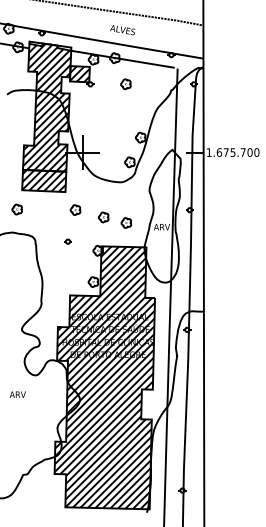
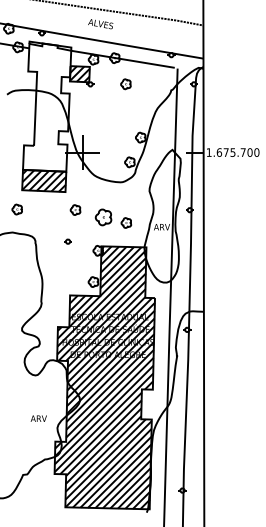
text at (122, 30) position: (122, 30) -> (100, 24)
hatch at (46, 107): present -> none
part at (103, 217) size: 12x13 px -> 19x19 px
text at (17, 394) position: (17, 394) -> (38, 418)
